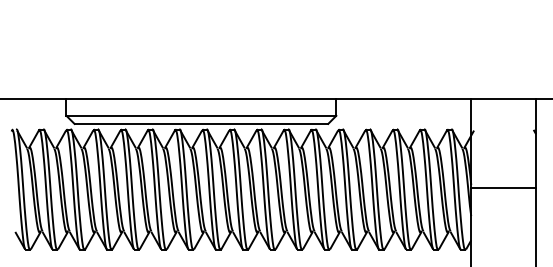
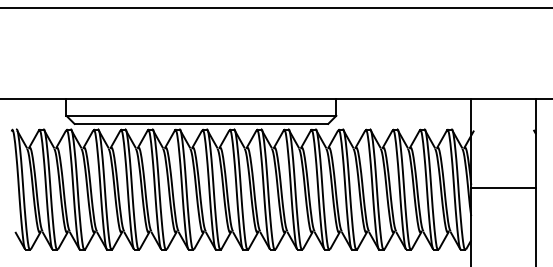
line at (275, 8): none -> present
